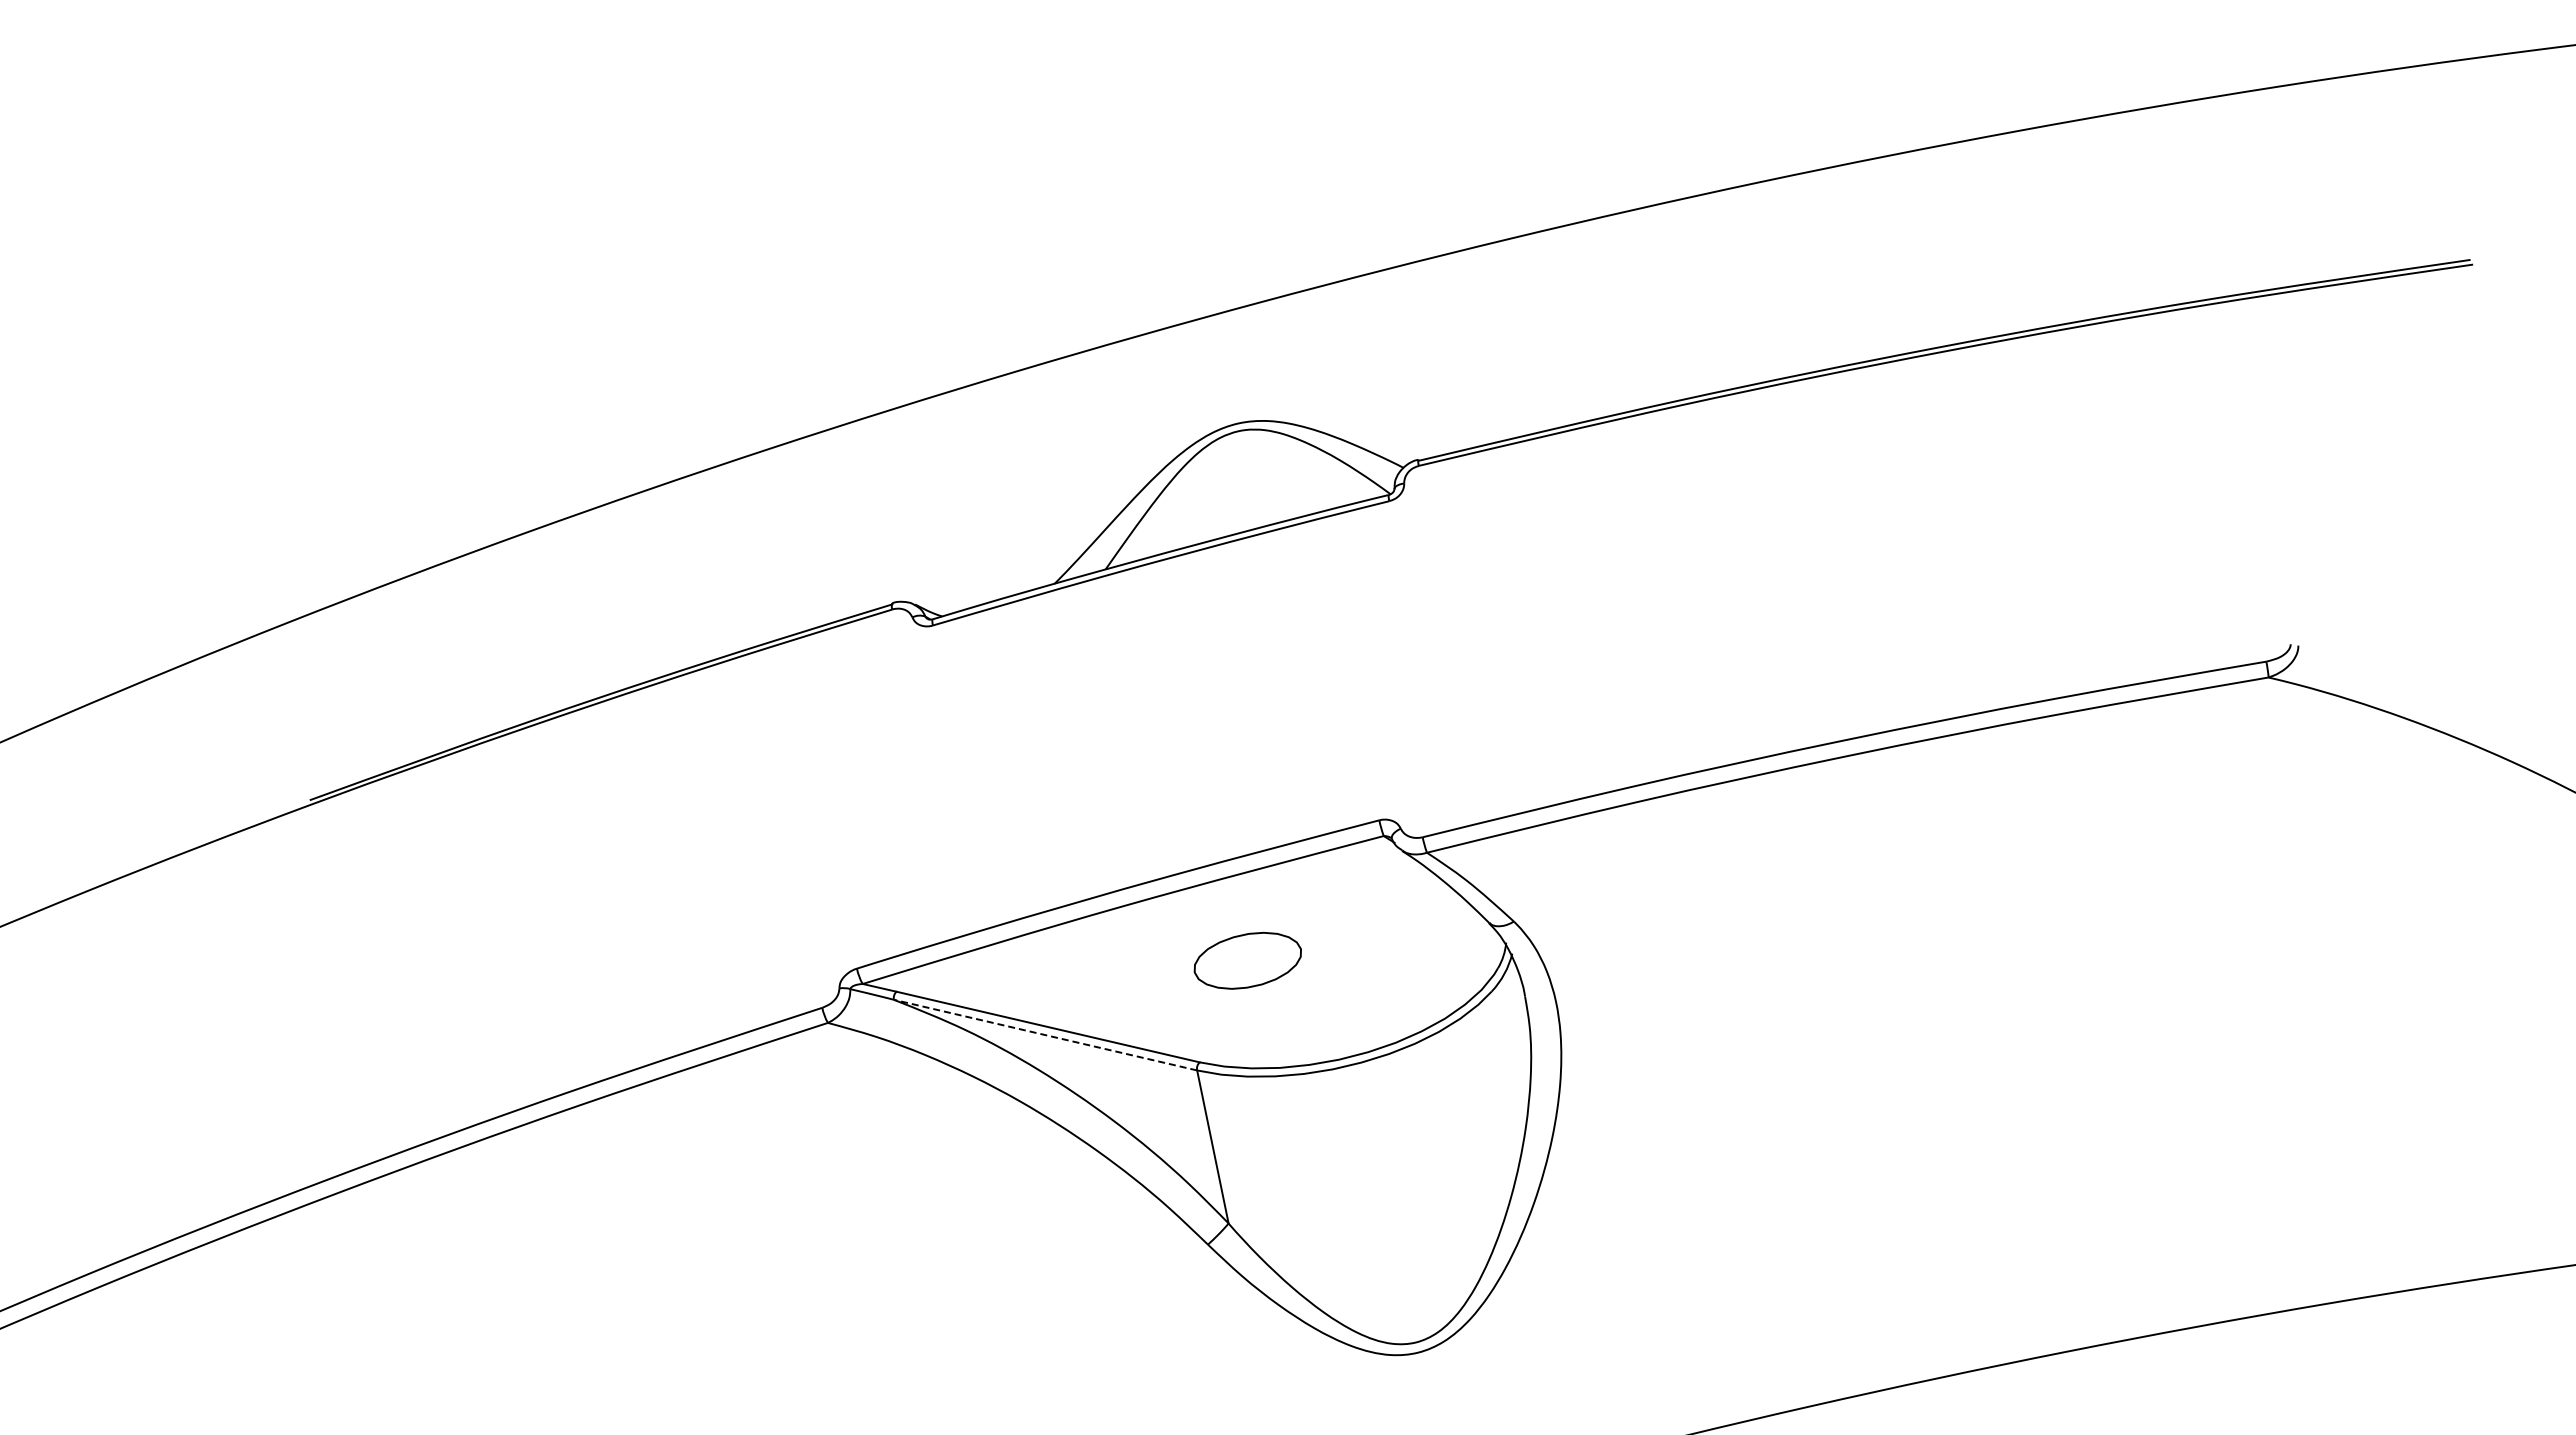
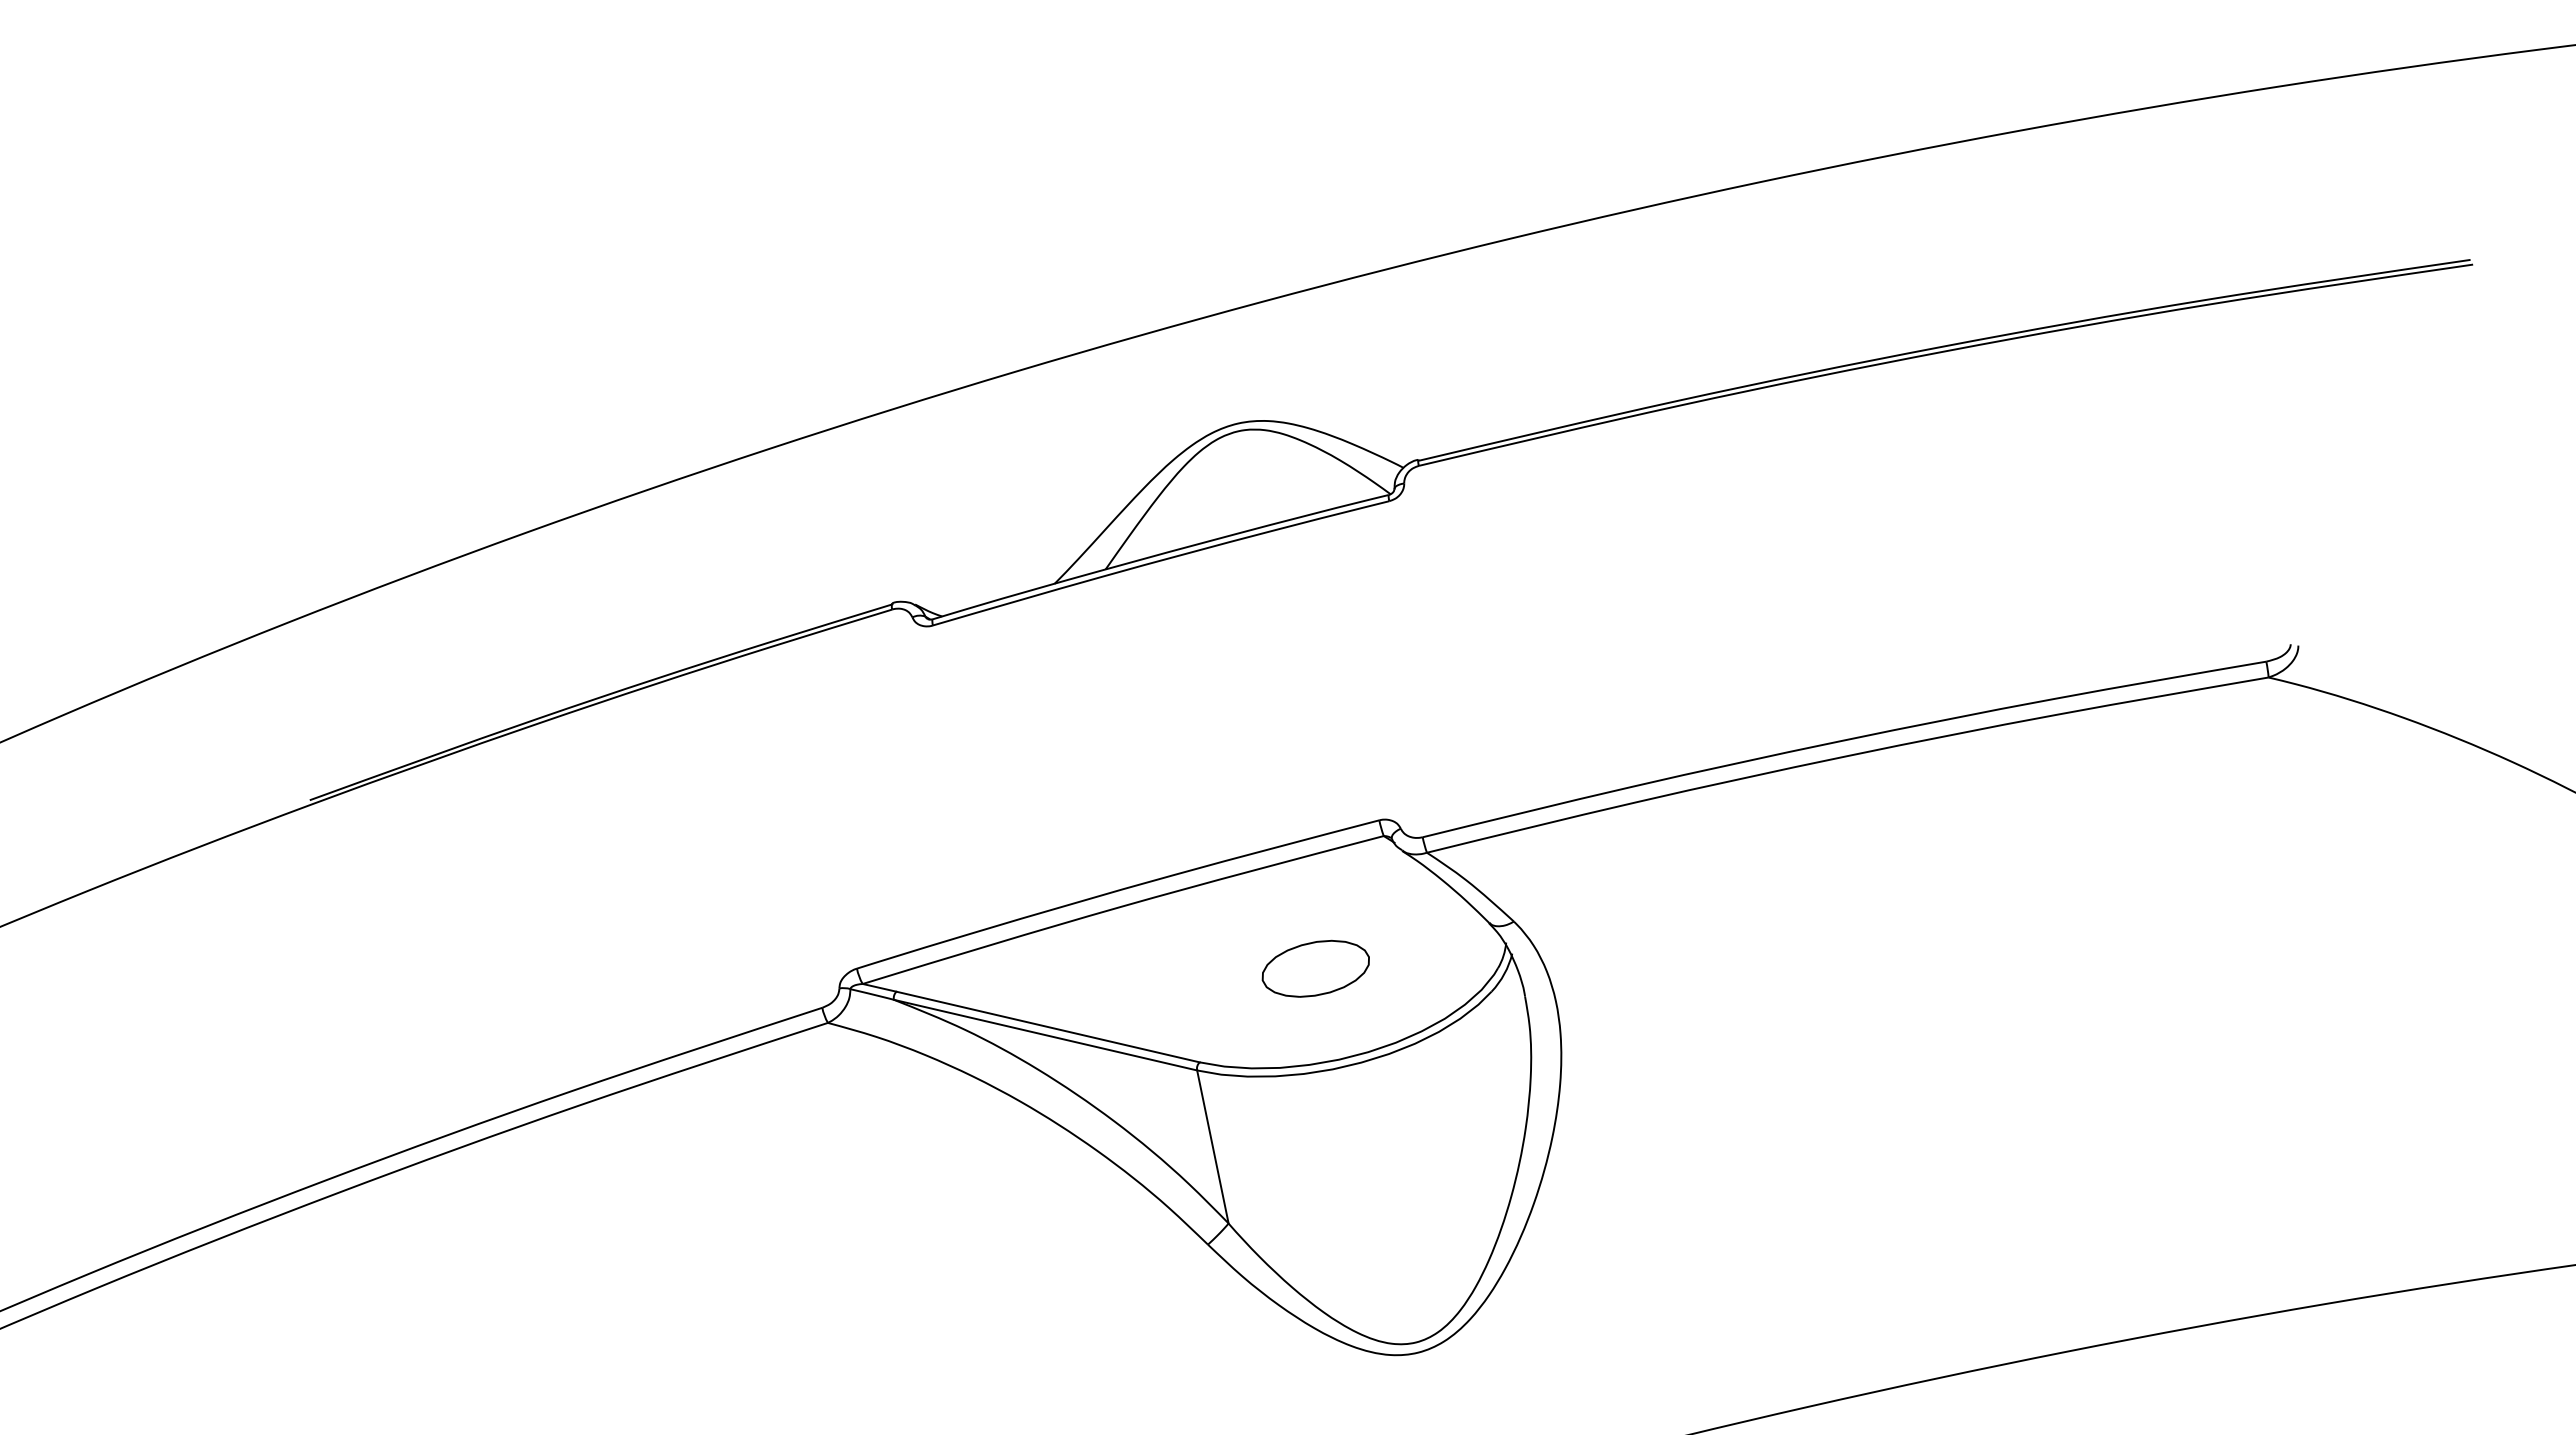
part at (1247, 960) position: (1247, 960) -> (1315, 968)
line at (1045, 1035): dashed -> solid
